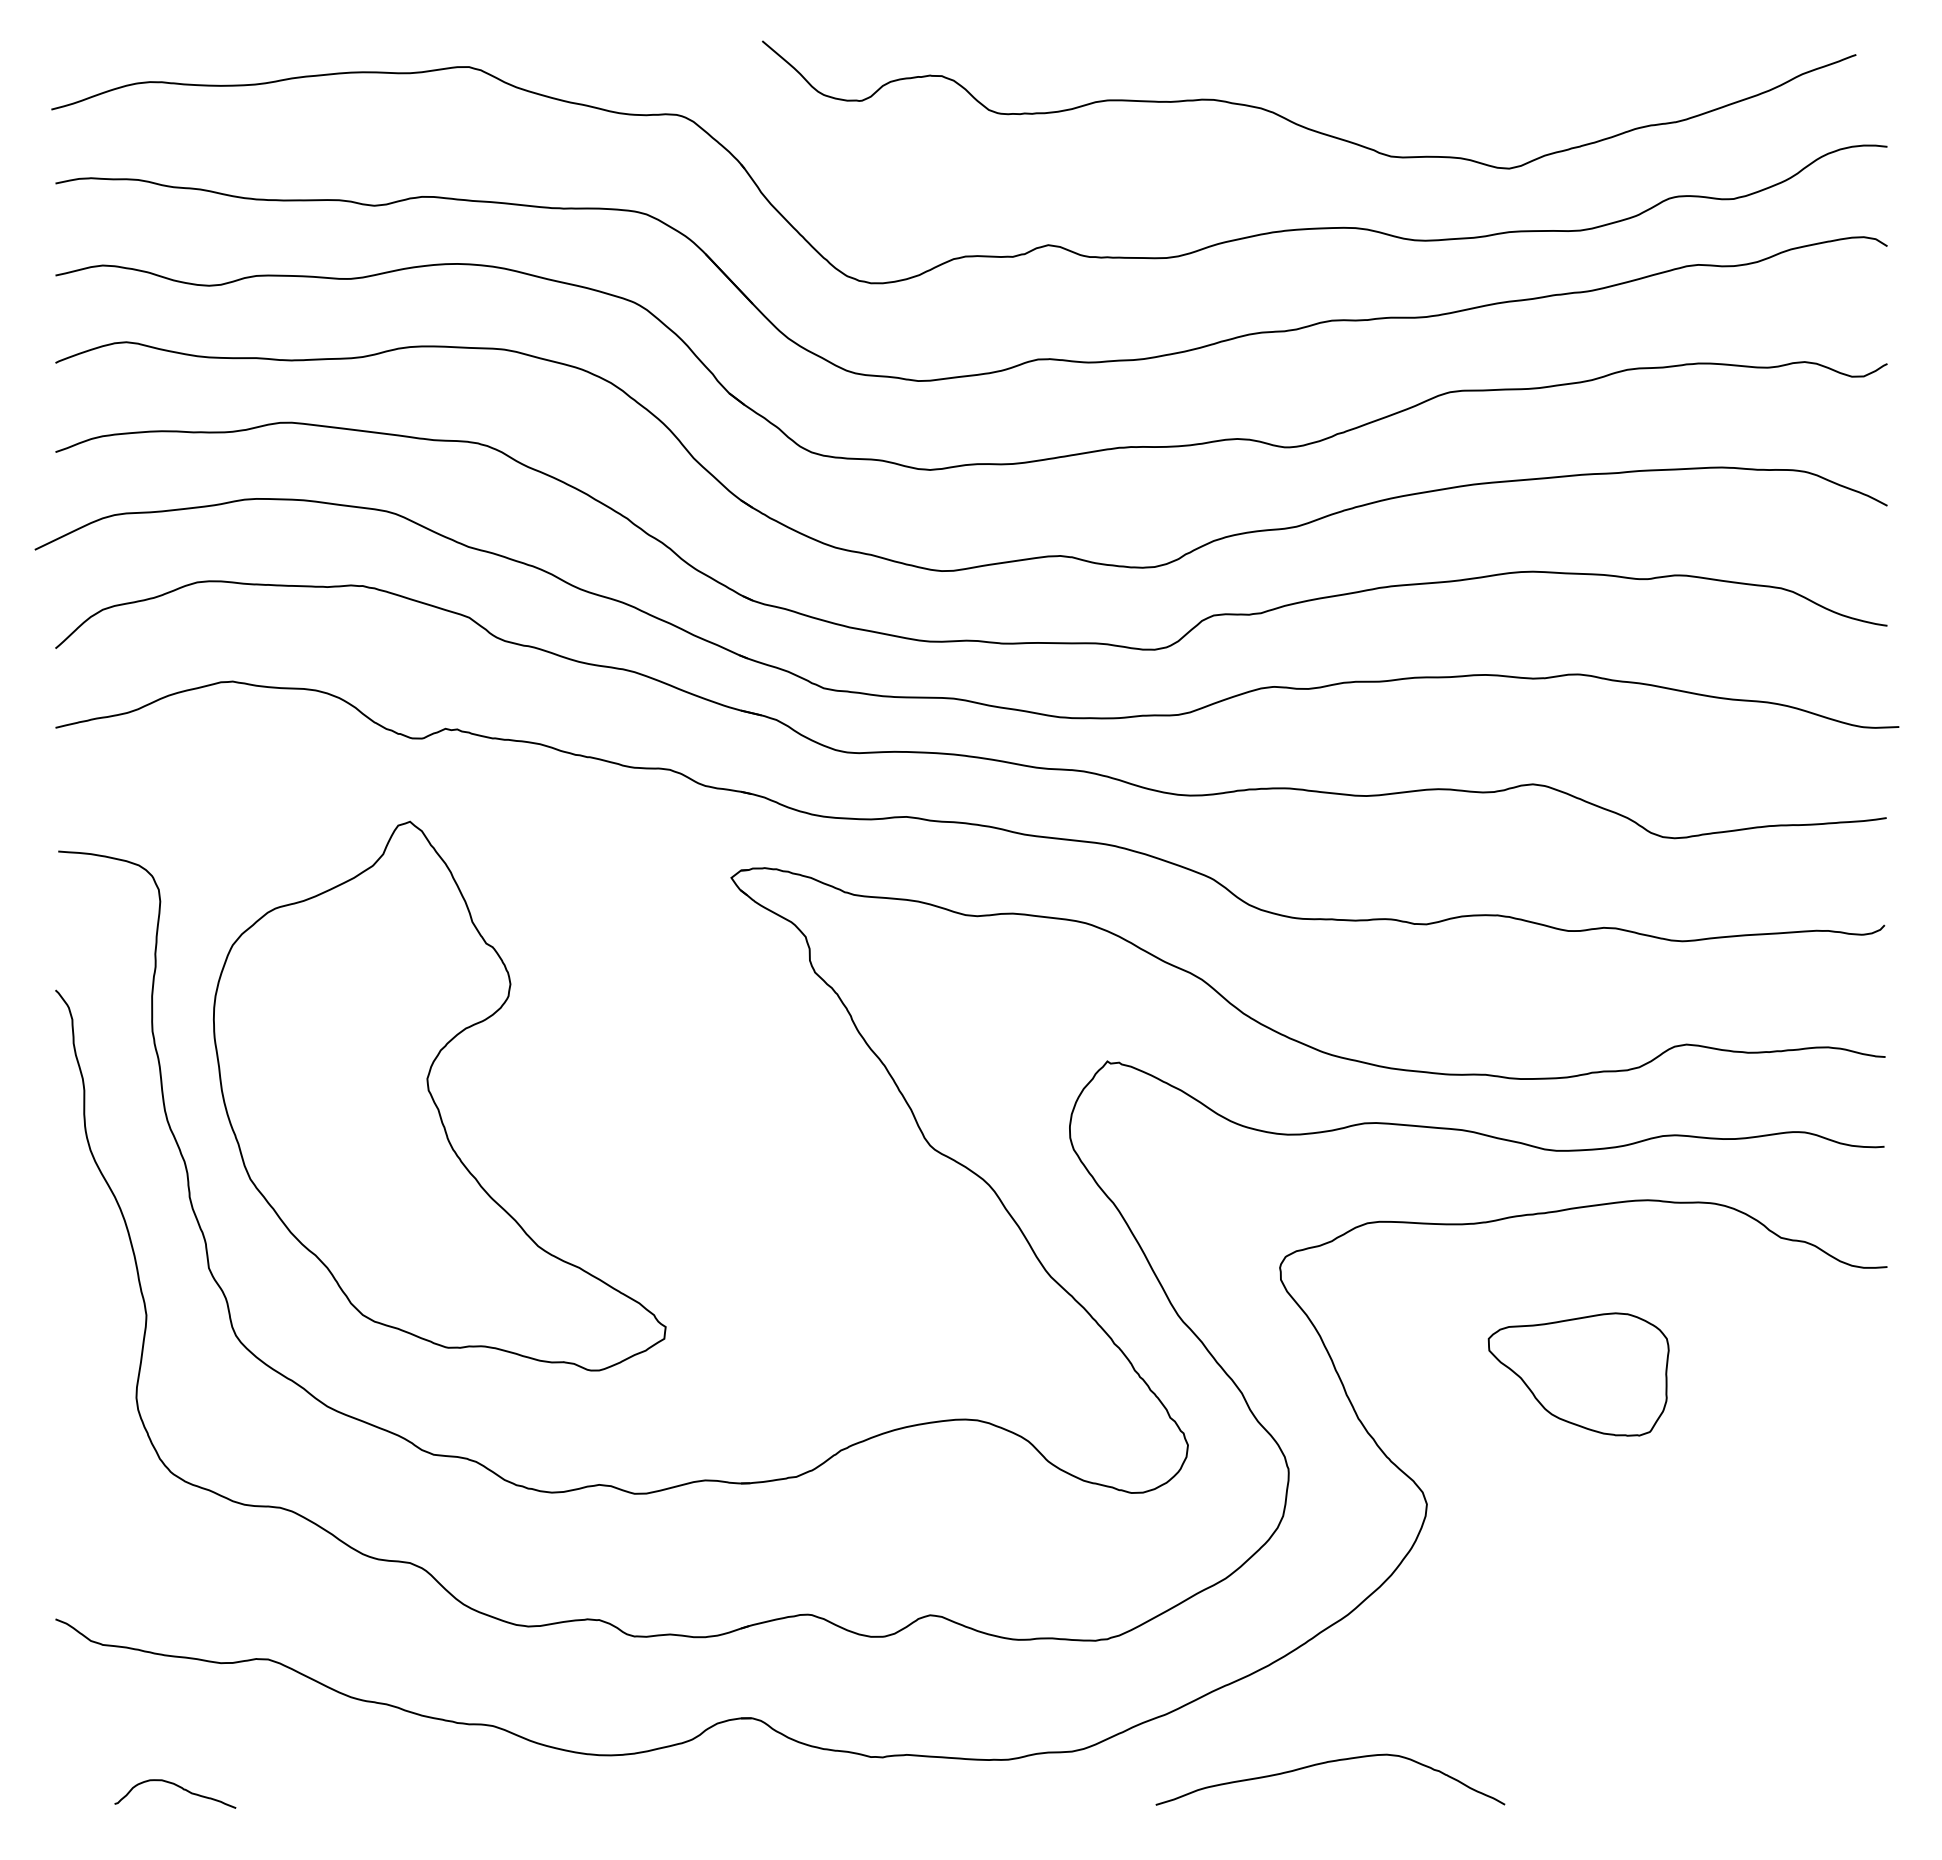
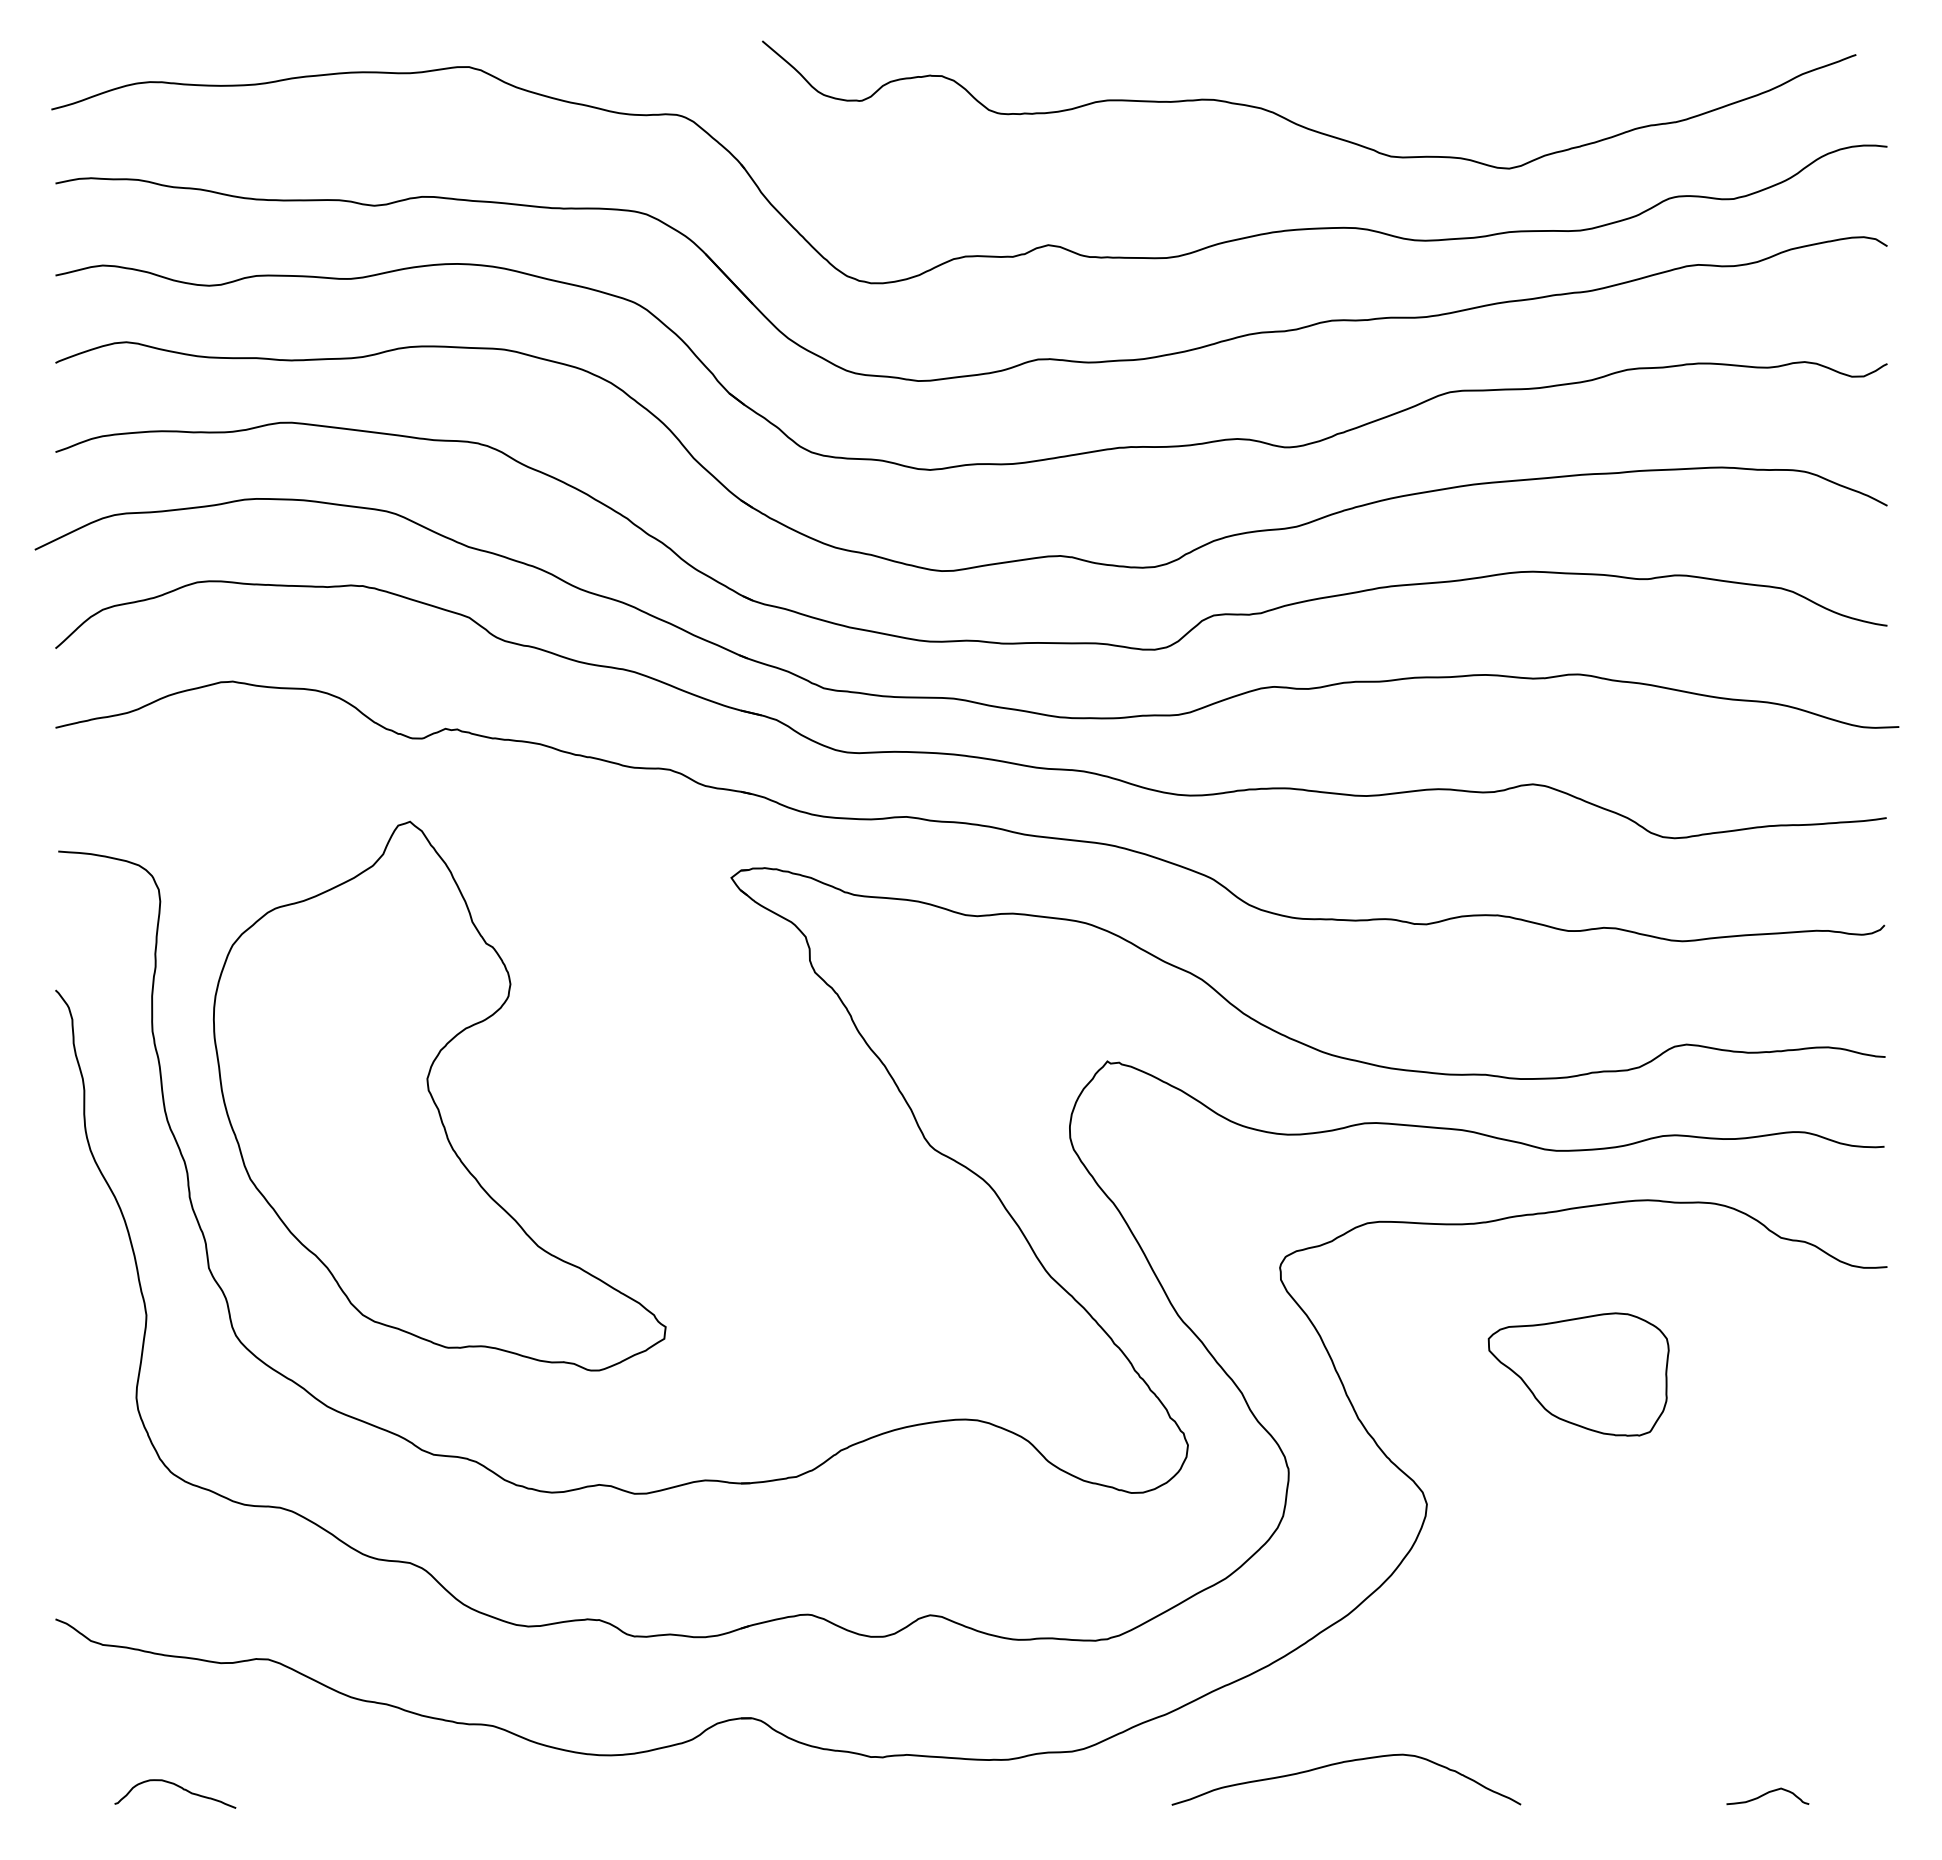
curve at (1326, 1763) position: (1326, 1763) -> (1342, 1763)
curve at (1766, 1794): none -> present
